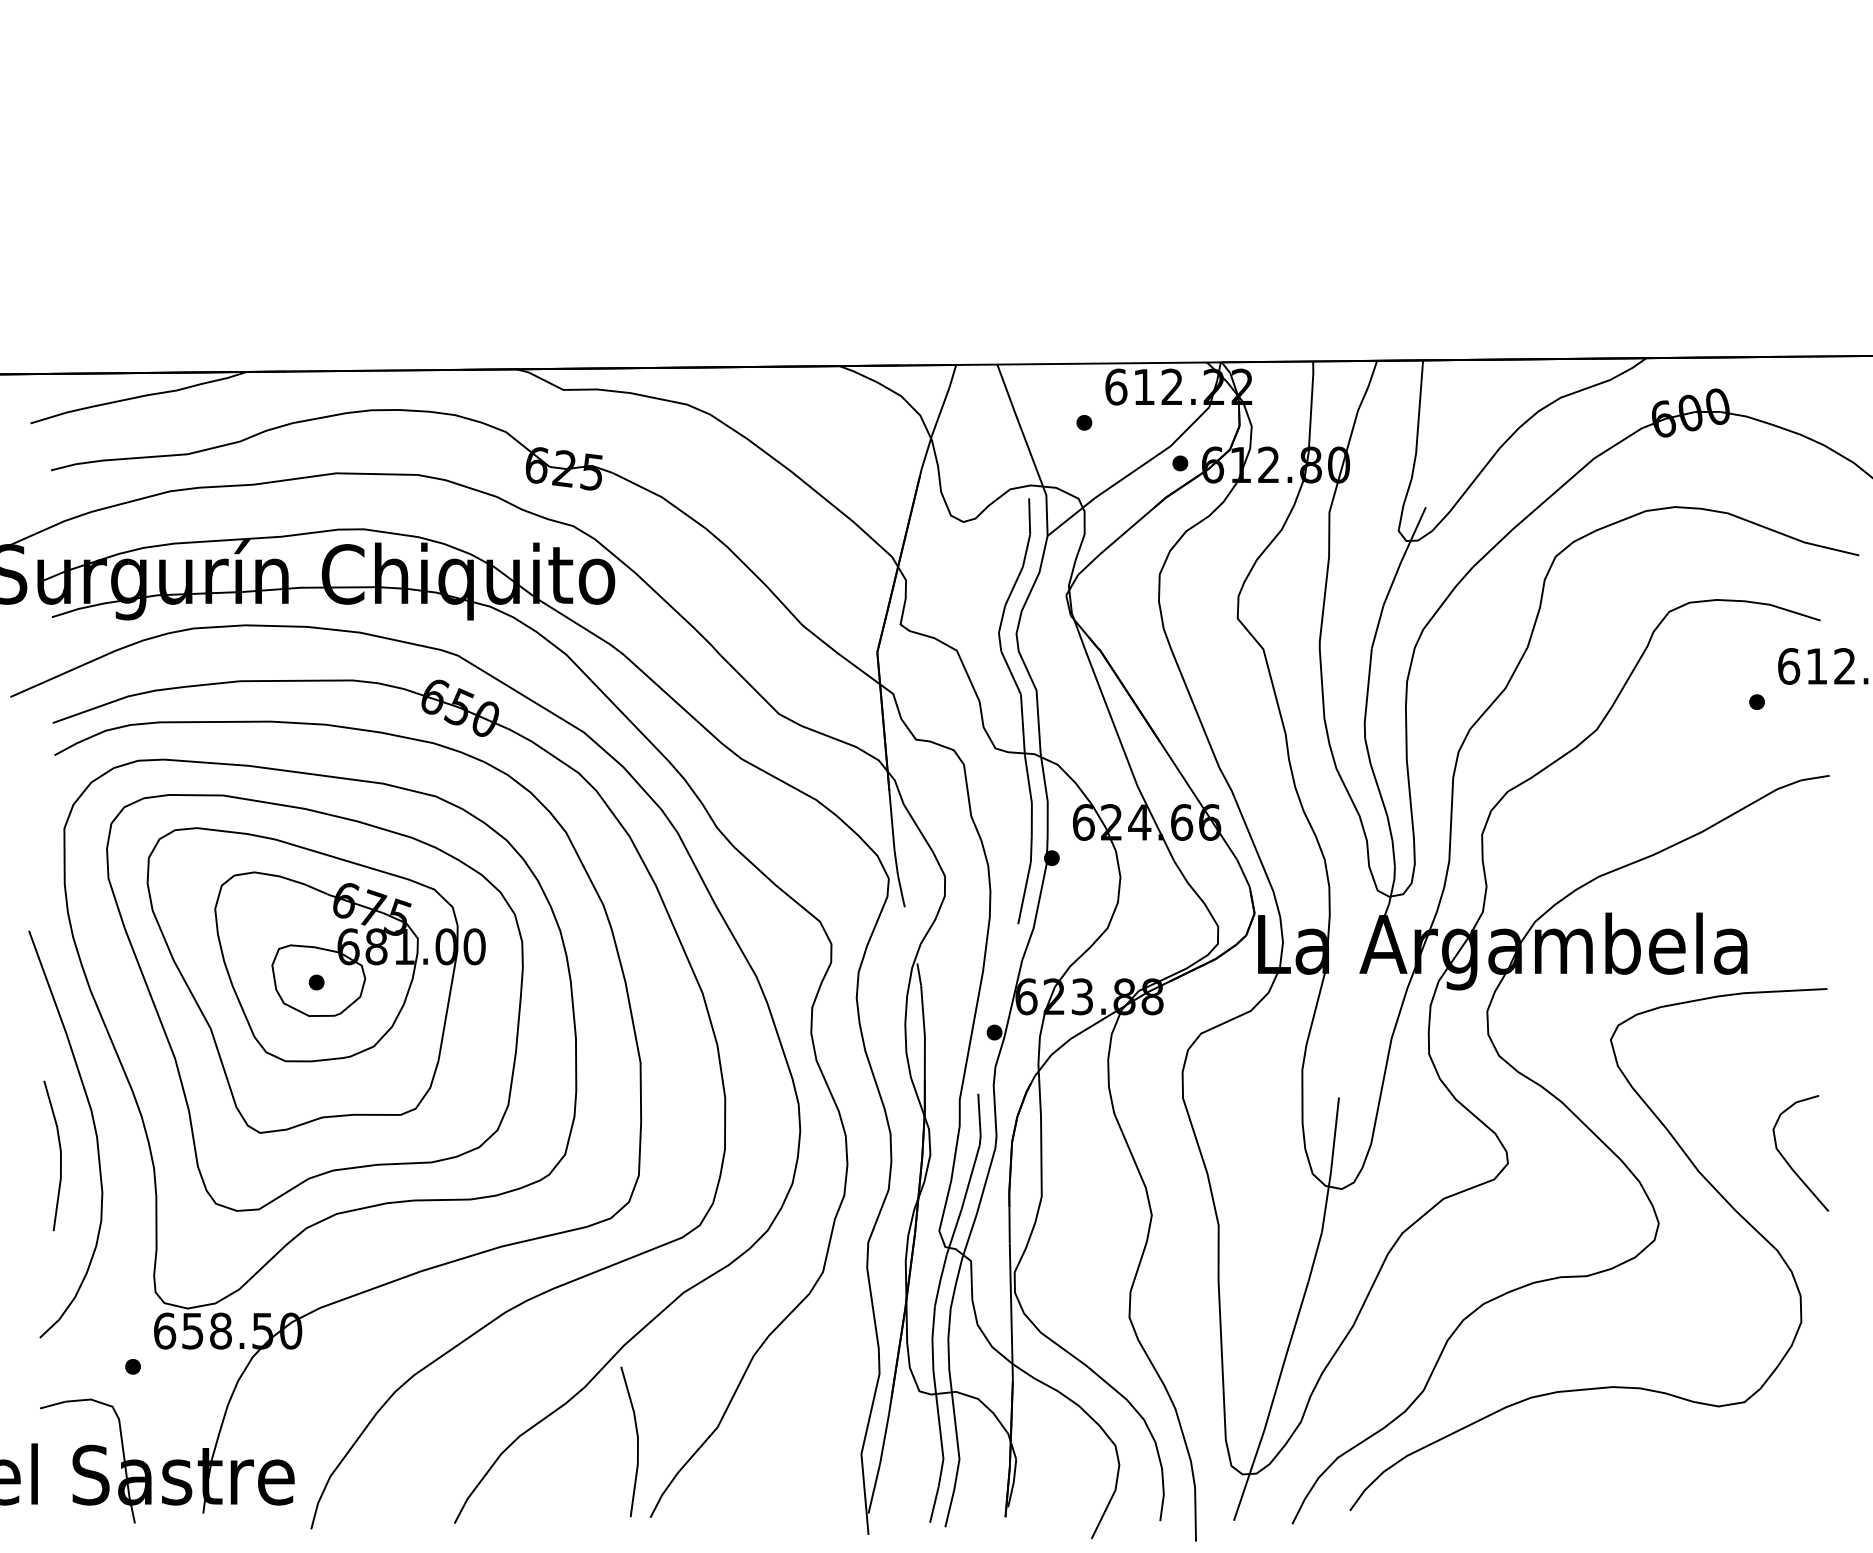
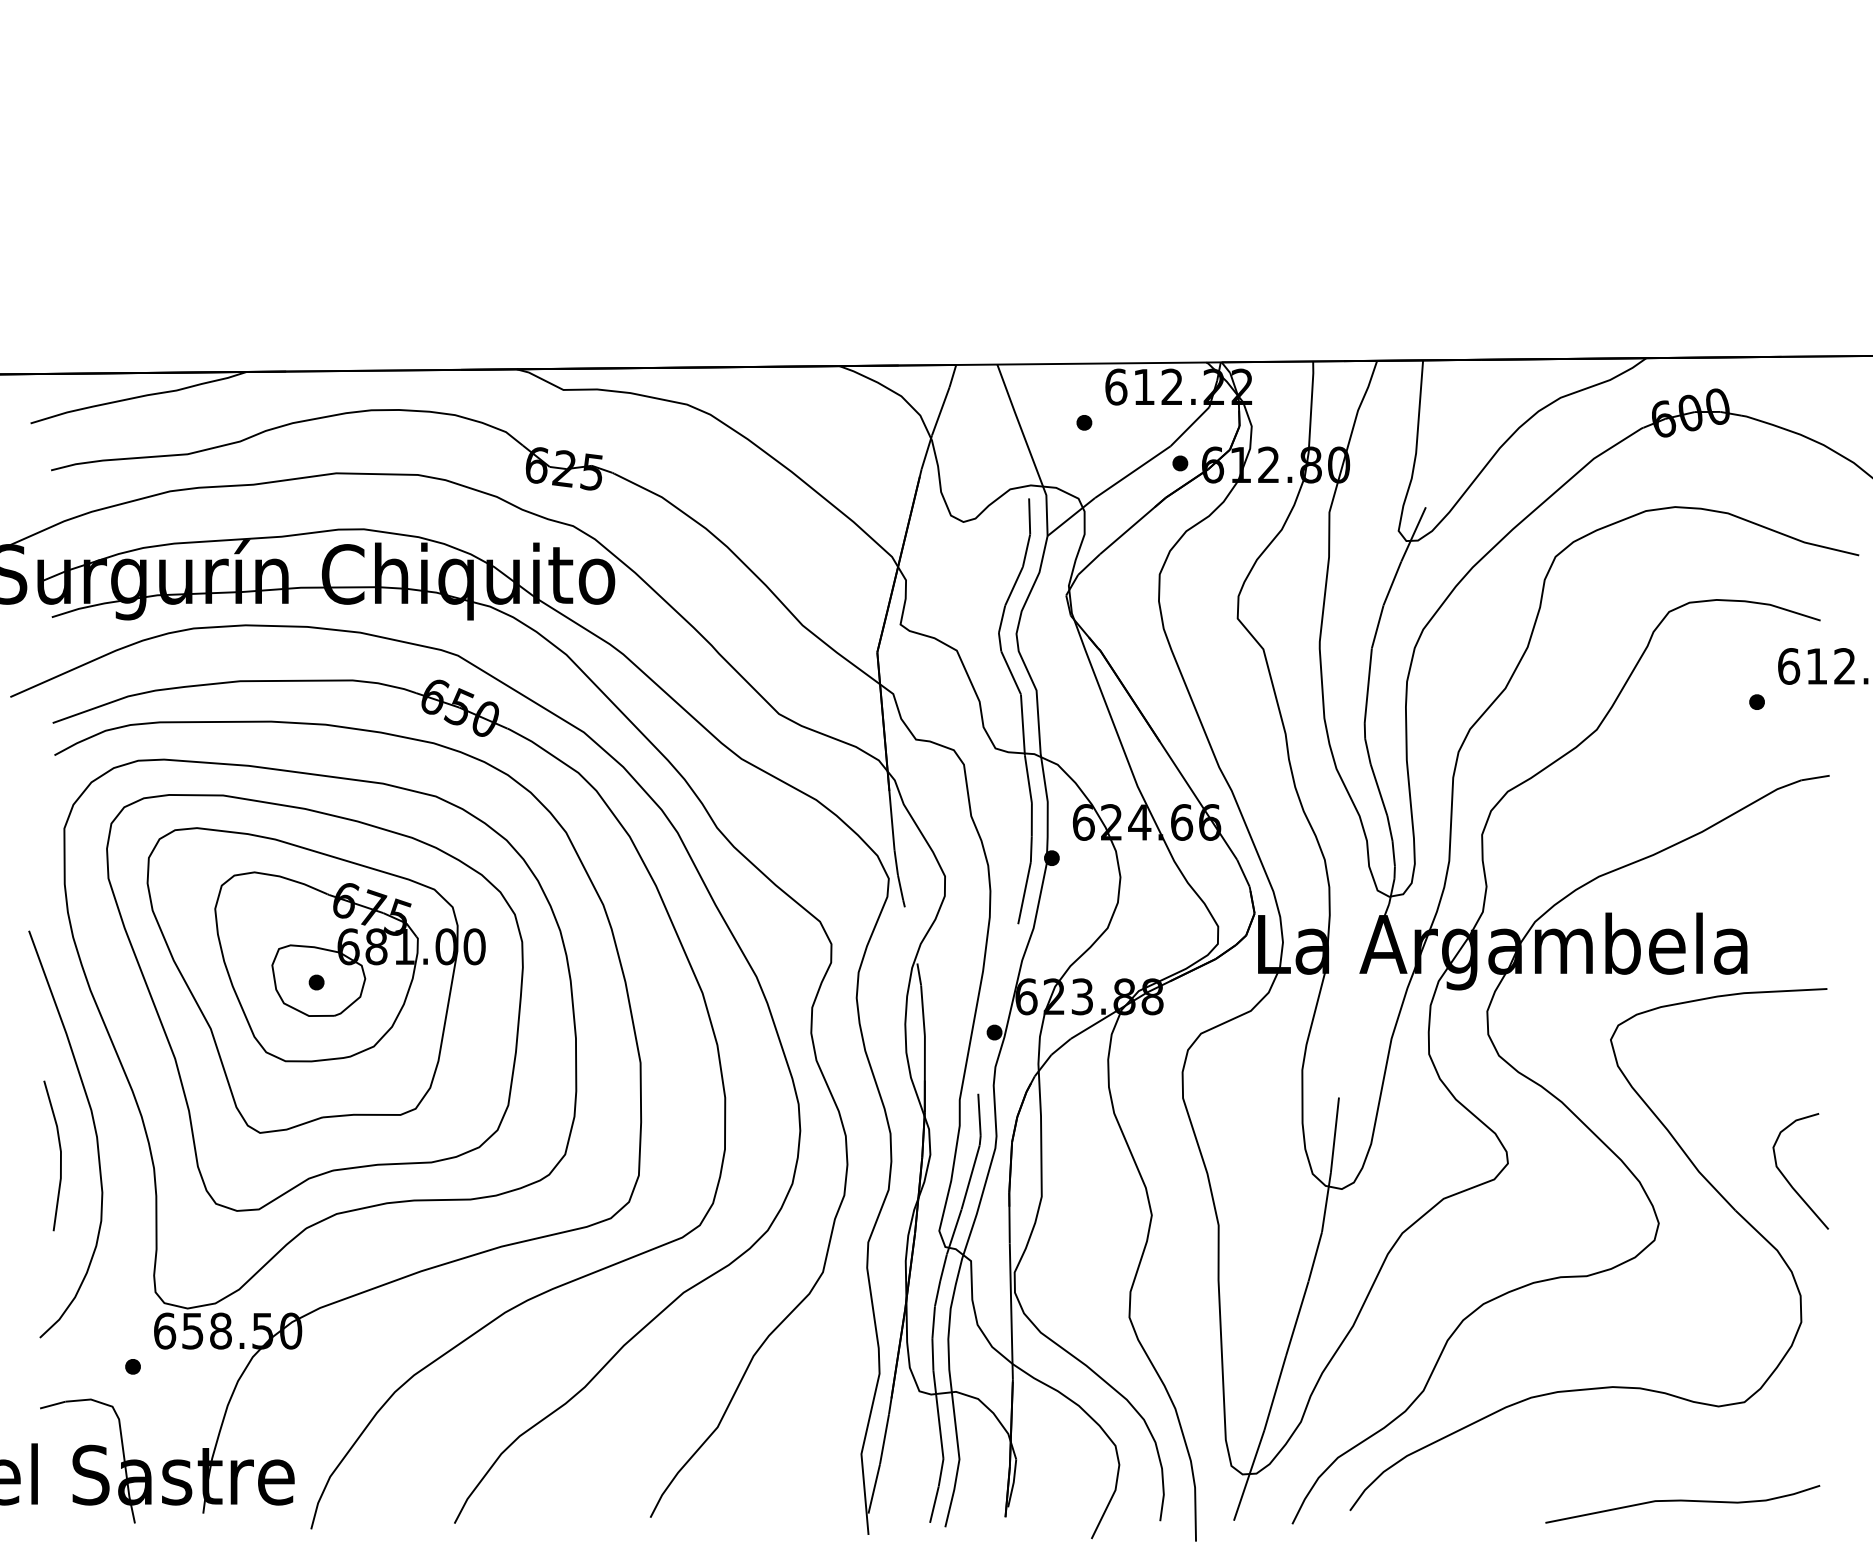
curve at (1789, 1163) position: (1789, 1163) -> (1789, 1181)
line at (637, 1441): present -> none
curve at (1682, 1501): none -> present
